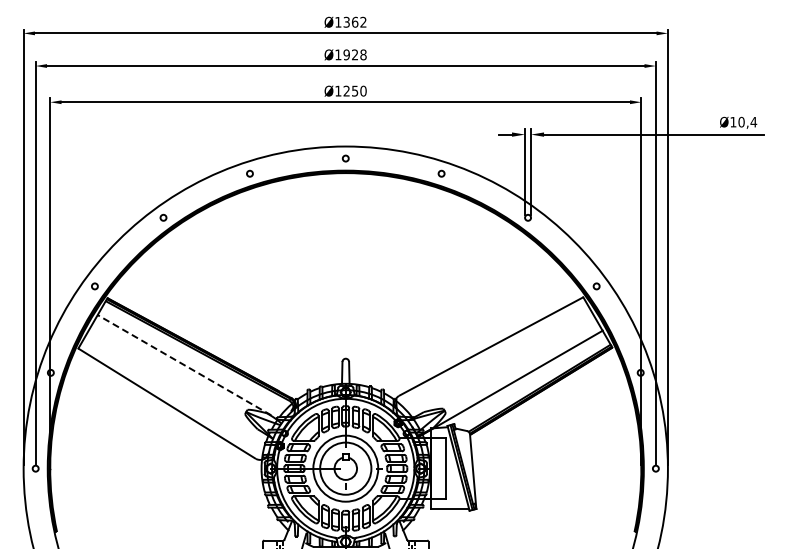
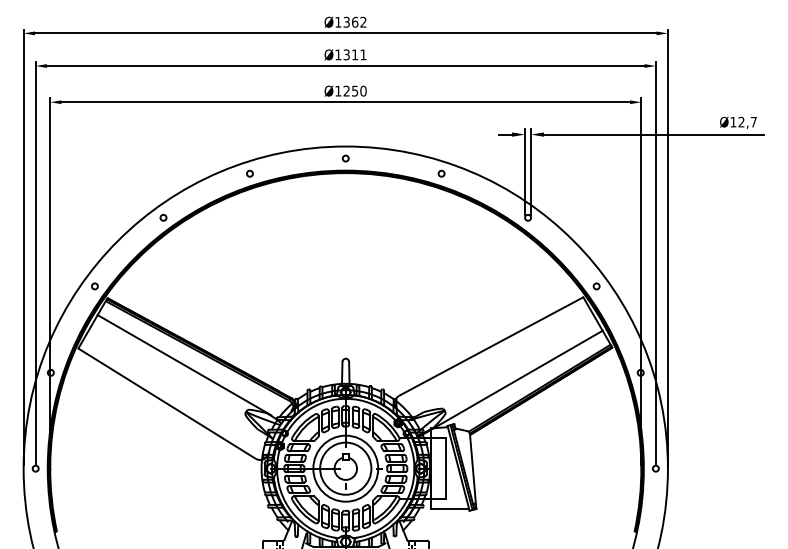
text at (354, 54): Ø1928 -> Ø1311
text at (747, 122): Ø10,4 -> Ø12,7
line at (184, 364): dashed -> solid
